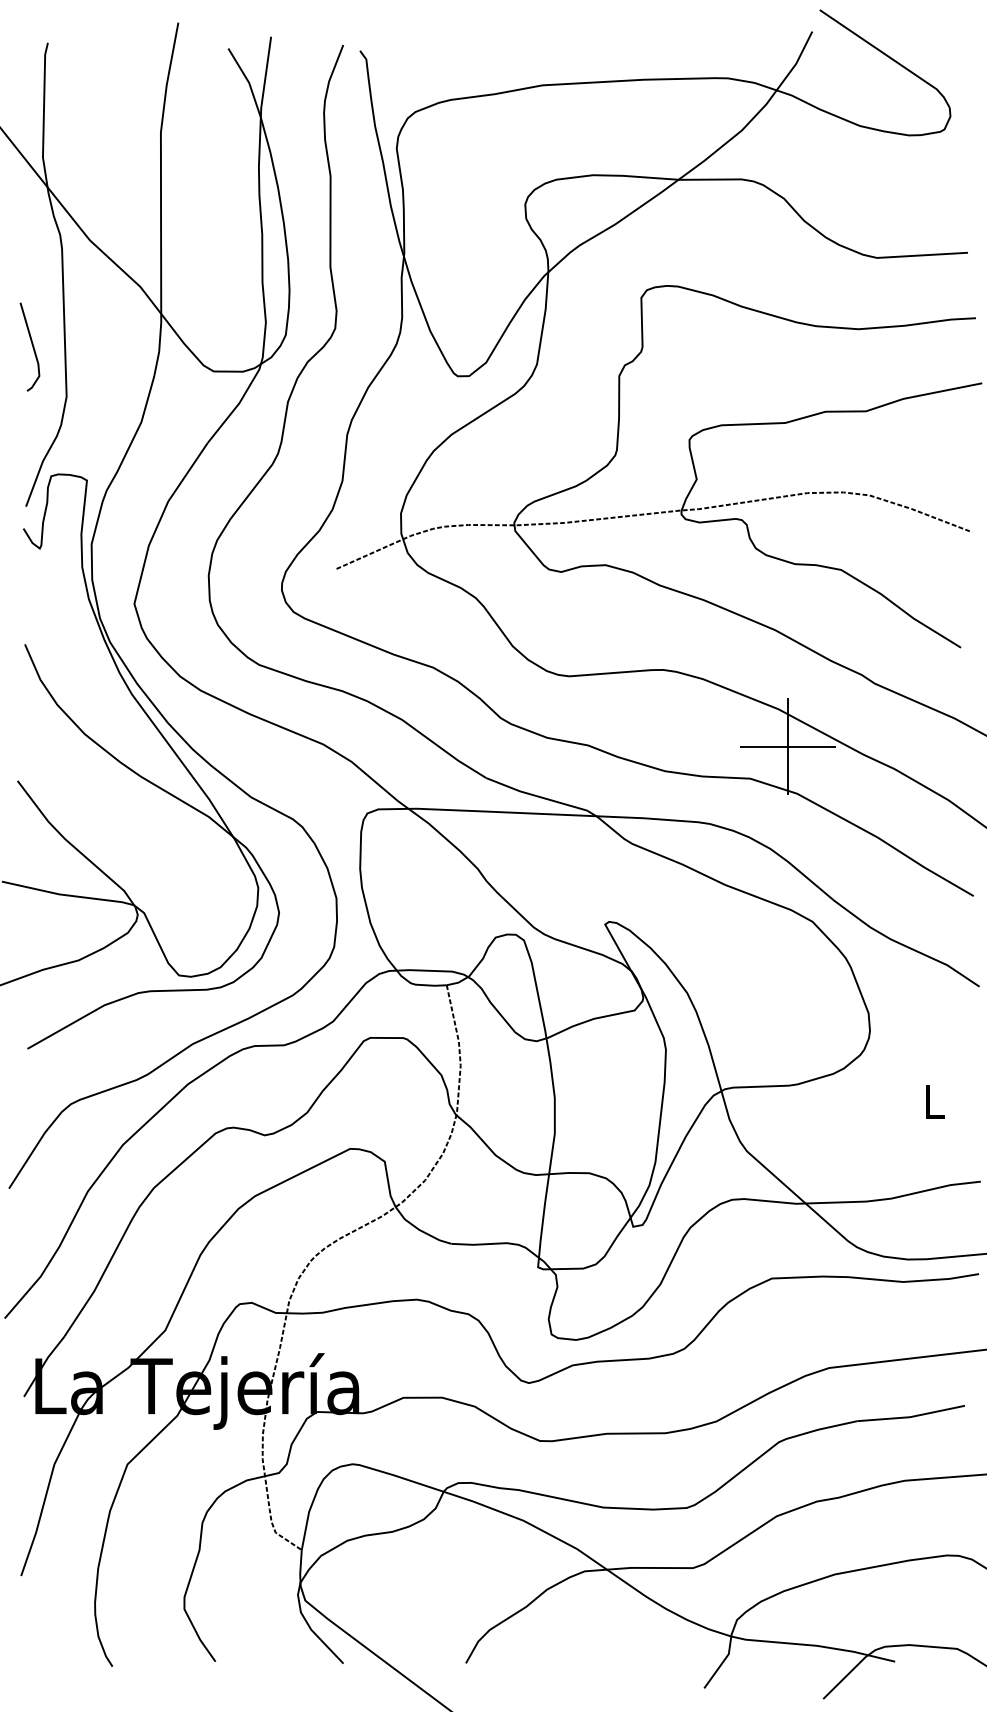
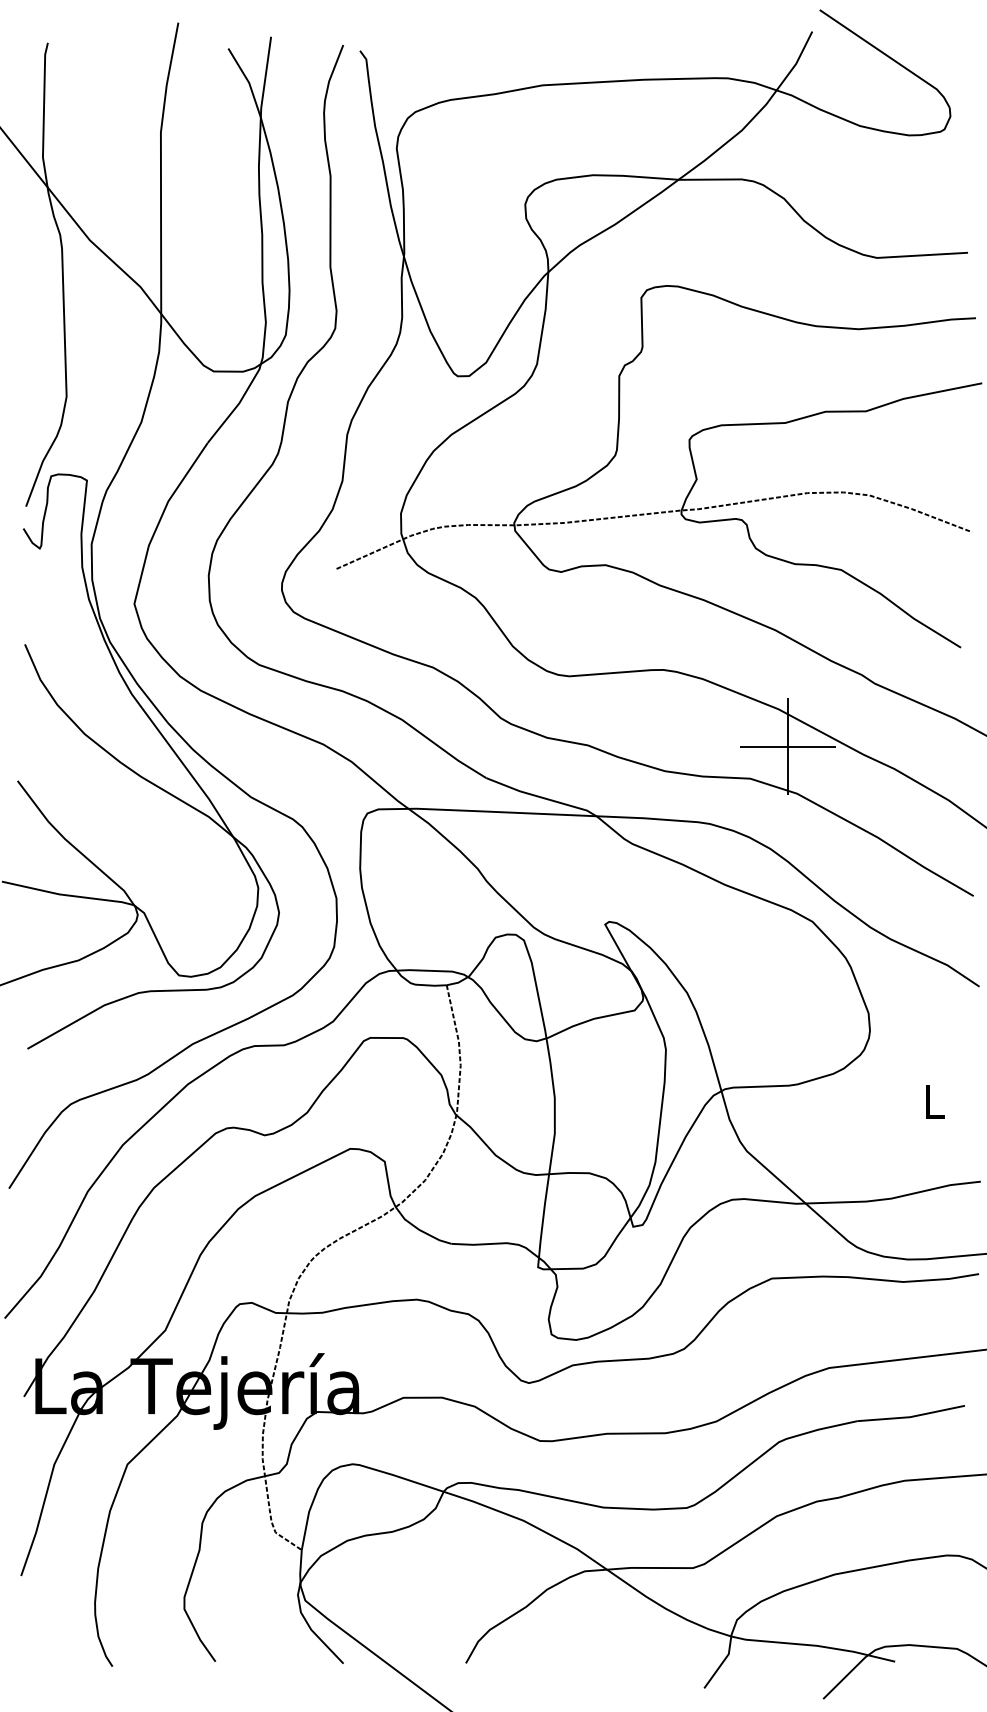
line at (31, 344): present -> none
